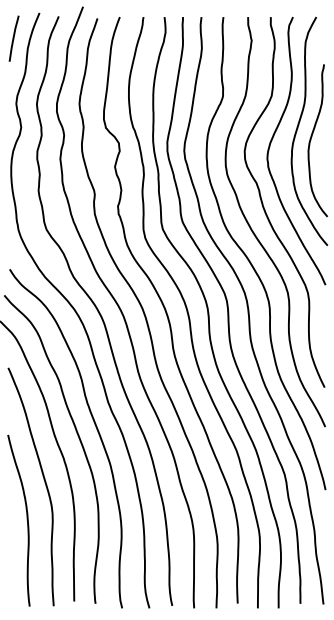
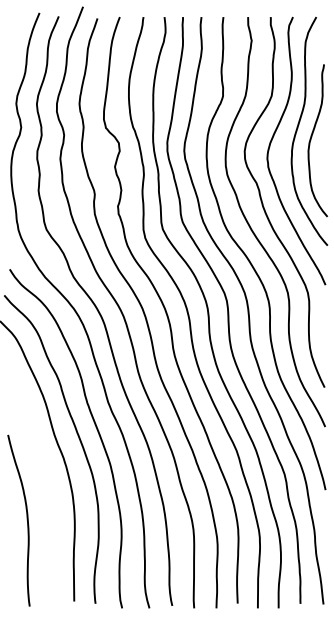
line at (13, 38): present -> none
curve at (44, 483): present -> none
